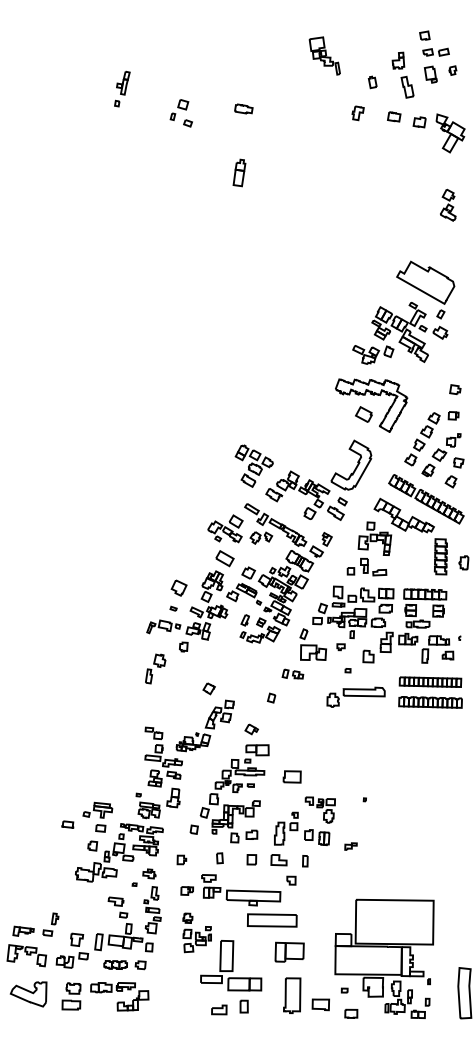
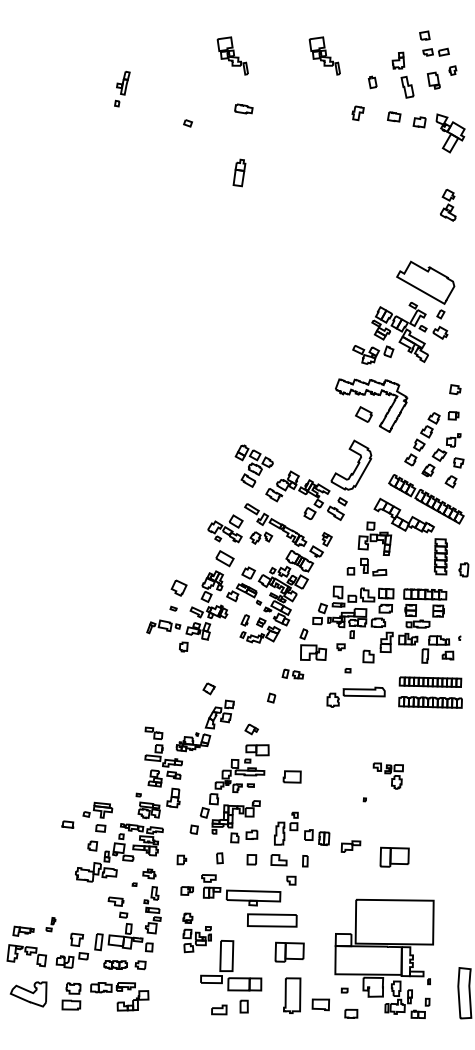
part at (232, 55): none -> present
part at (430, 74) position: (430, 74) -> (433, 80)
part at (179, 109): present -> none
part at (463, 562) position: (463, 562) -> (463, 569)
part at (155, 668): present -> none
part at (319, 809) position: (319, 809) -> (387, 775)
part at (350, 846) size: 14x9 px -> 22x13 px
part at (394, 856): none -> present
part at (50, 924) size: 18x25 px -> 12x16 px
